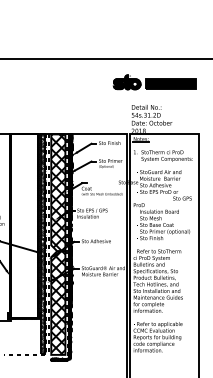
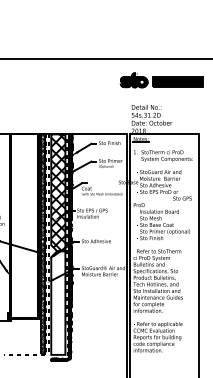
part at (154, 82) position: (154, 82) -> (161, 80)
hatch at (58, 302): present -> none
